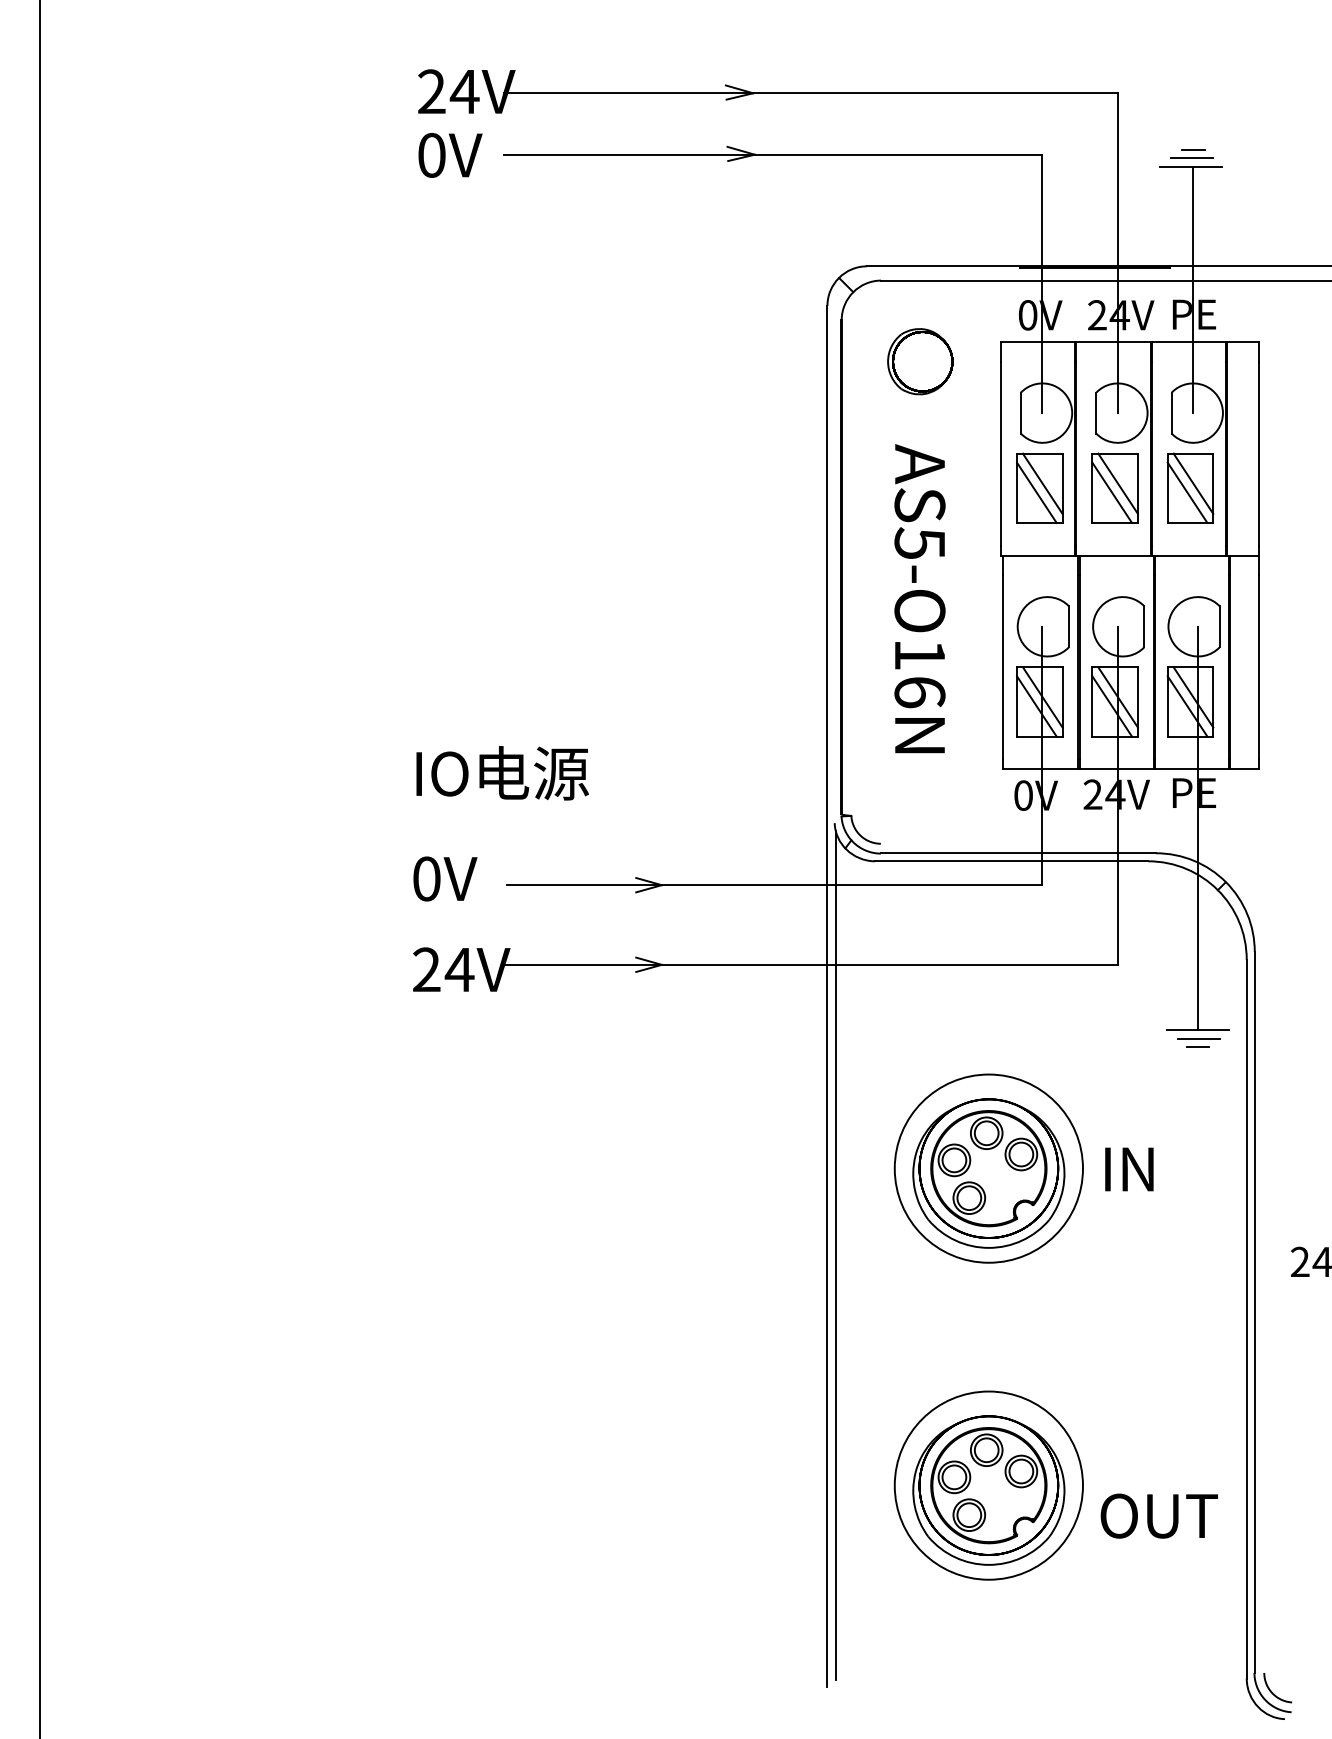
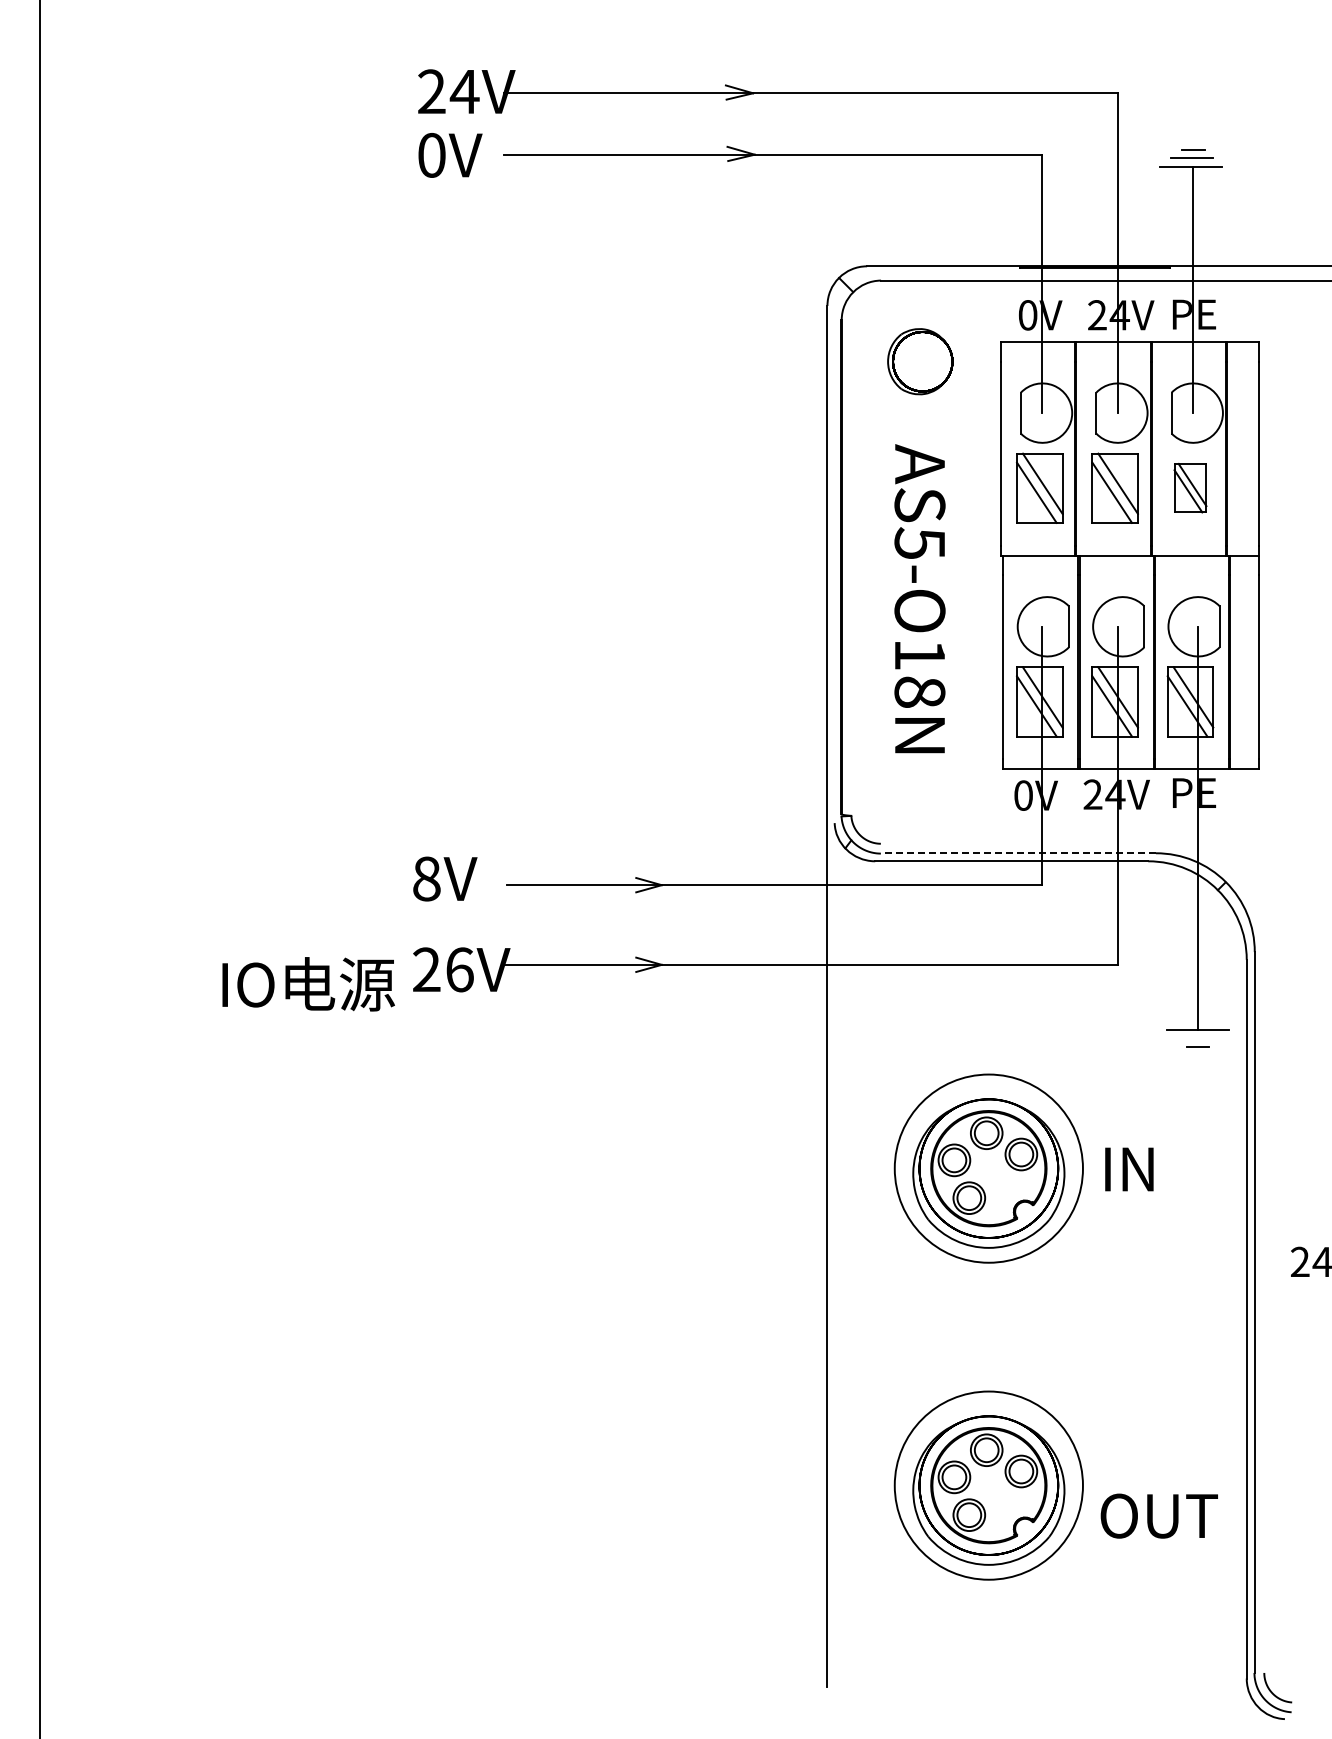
part at (1190, 487) size: 49x72 px -> 35x51 px
text at (919, 692): AS5-O16N -> AS5-O18N
text at (502, 773) position: (502, 773) -> (308, 984)
line at (1018, 853): solid -> dashed
text at (426, 878): 0V -> 8V
text at (459, 969): 24V -> 26V
line at (1199, 1038): present -> none
line at (835, 1254): present -> none
